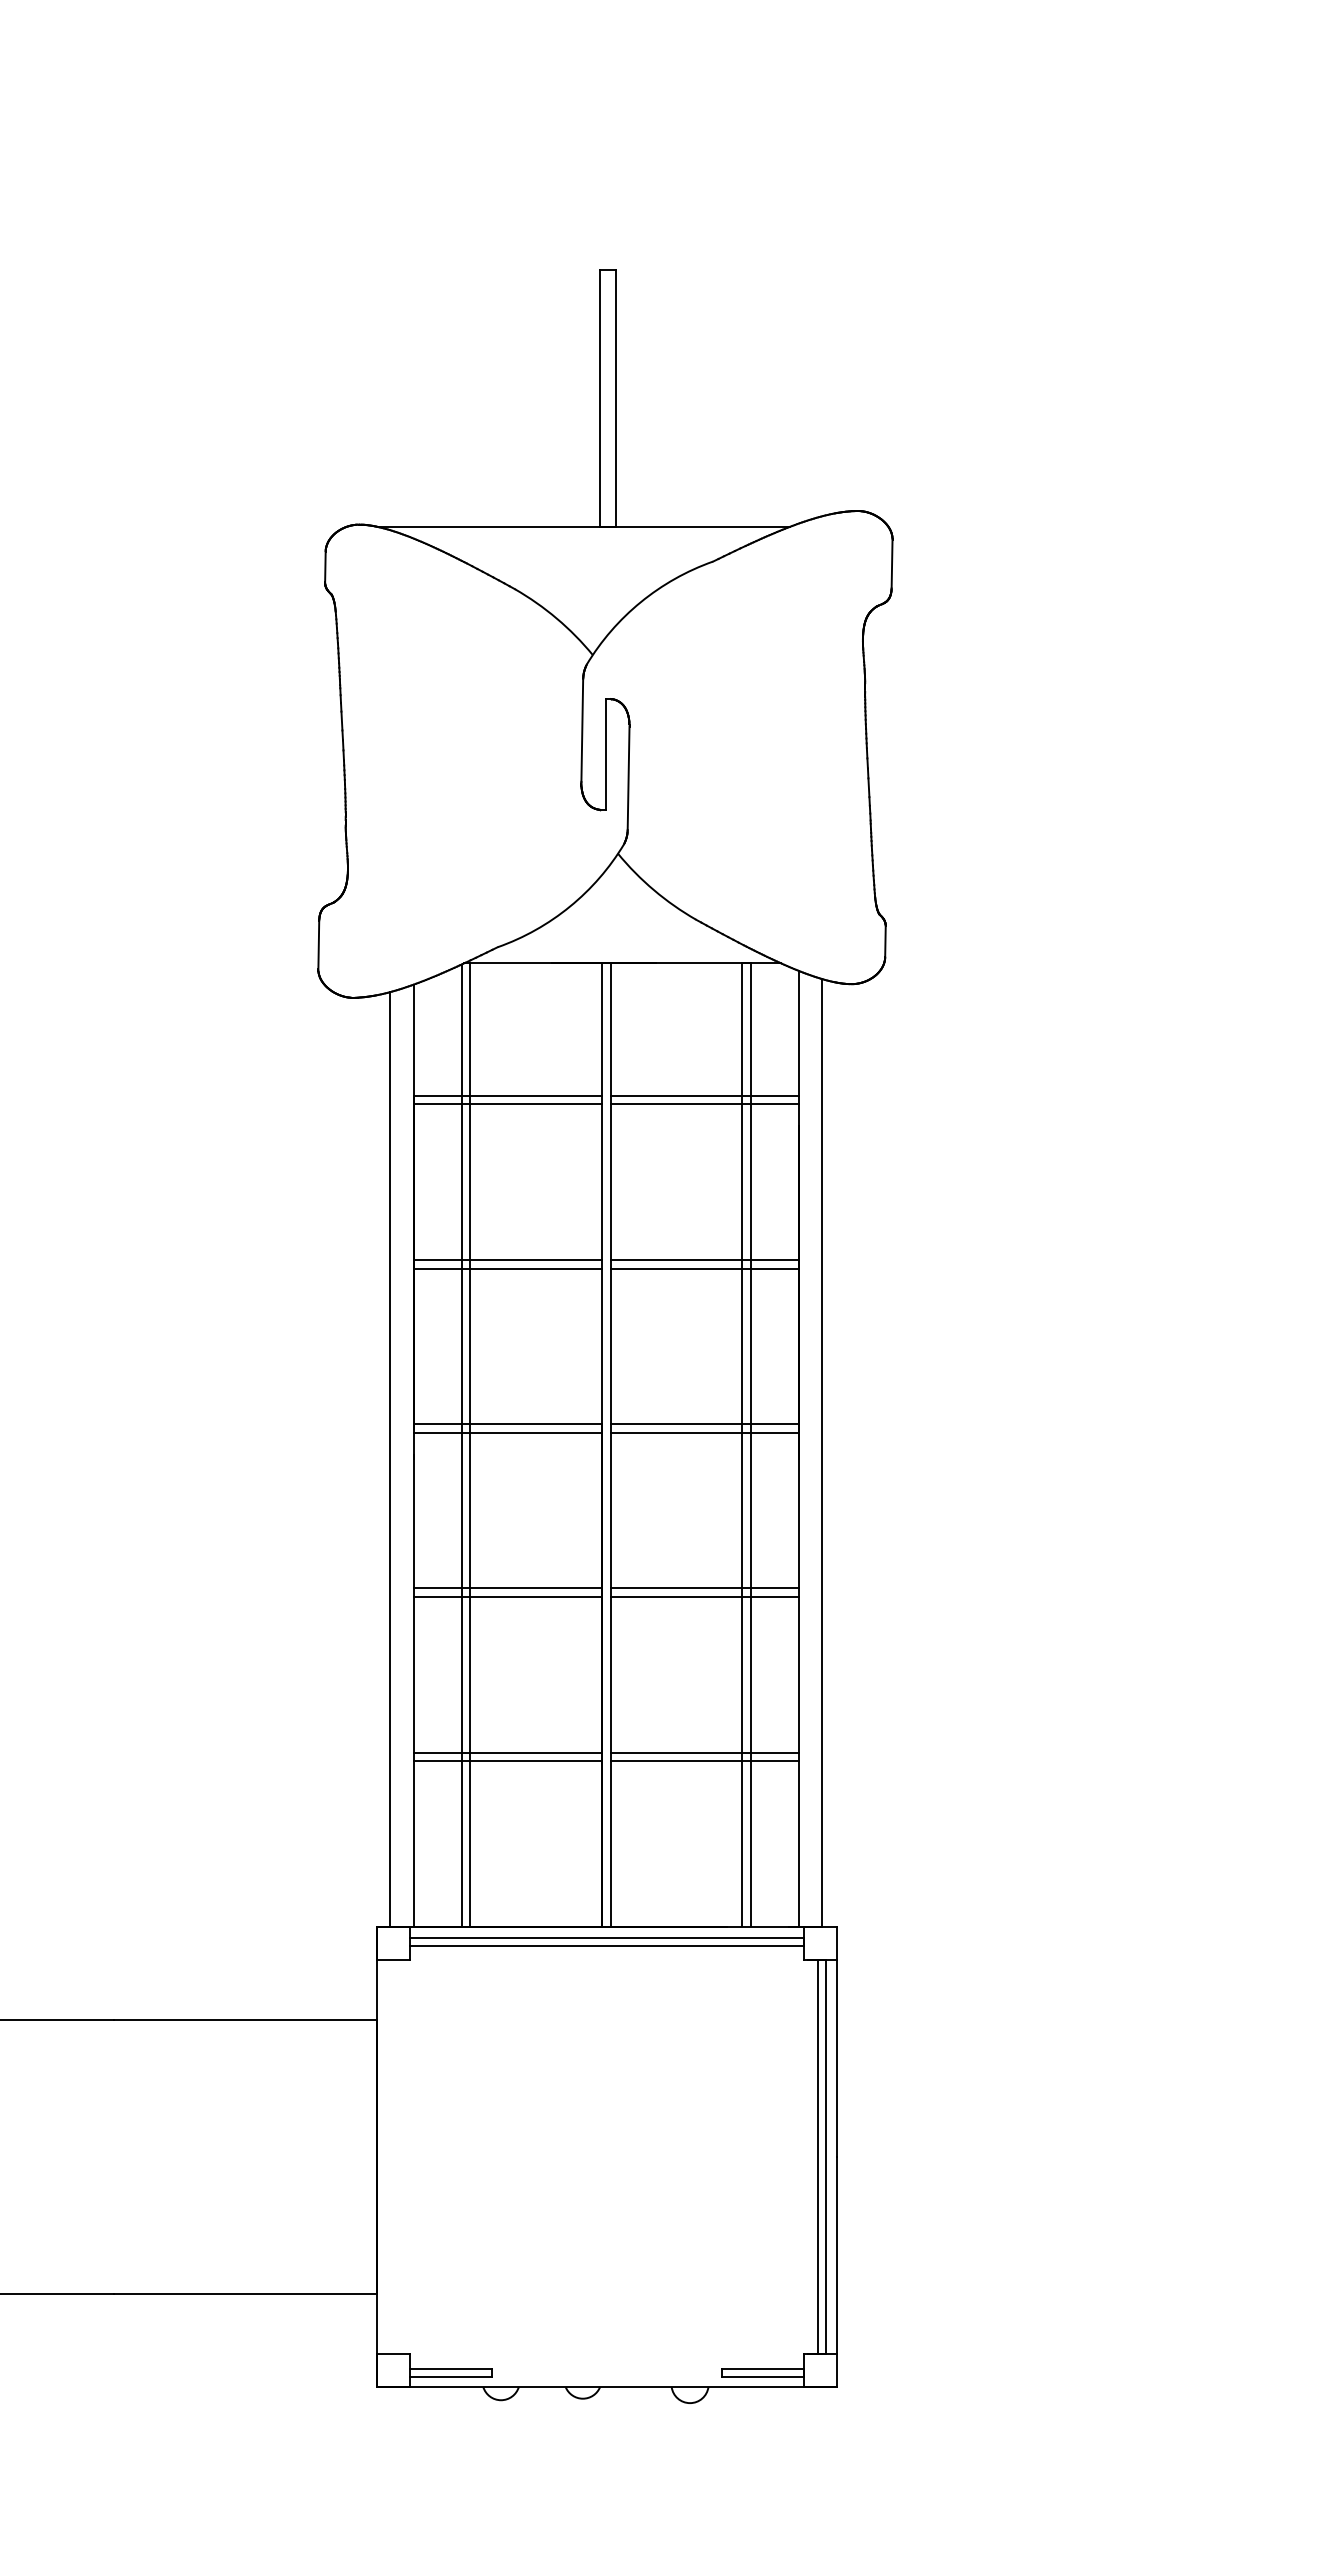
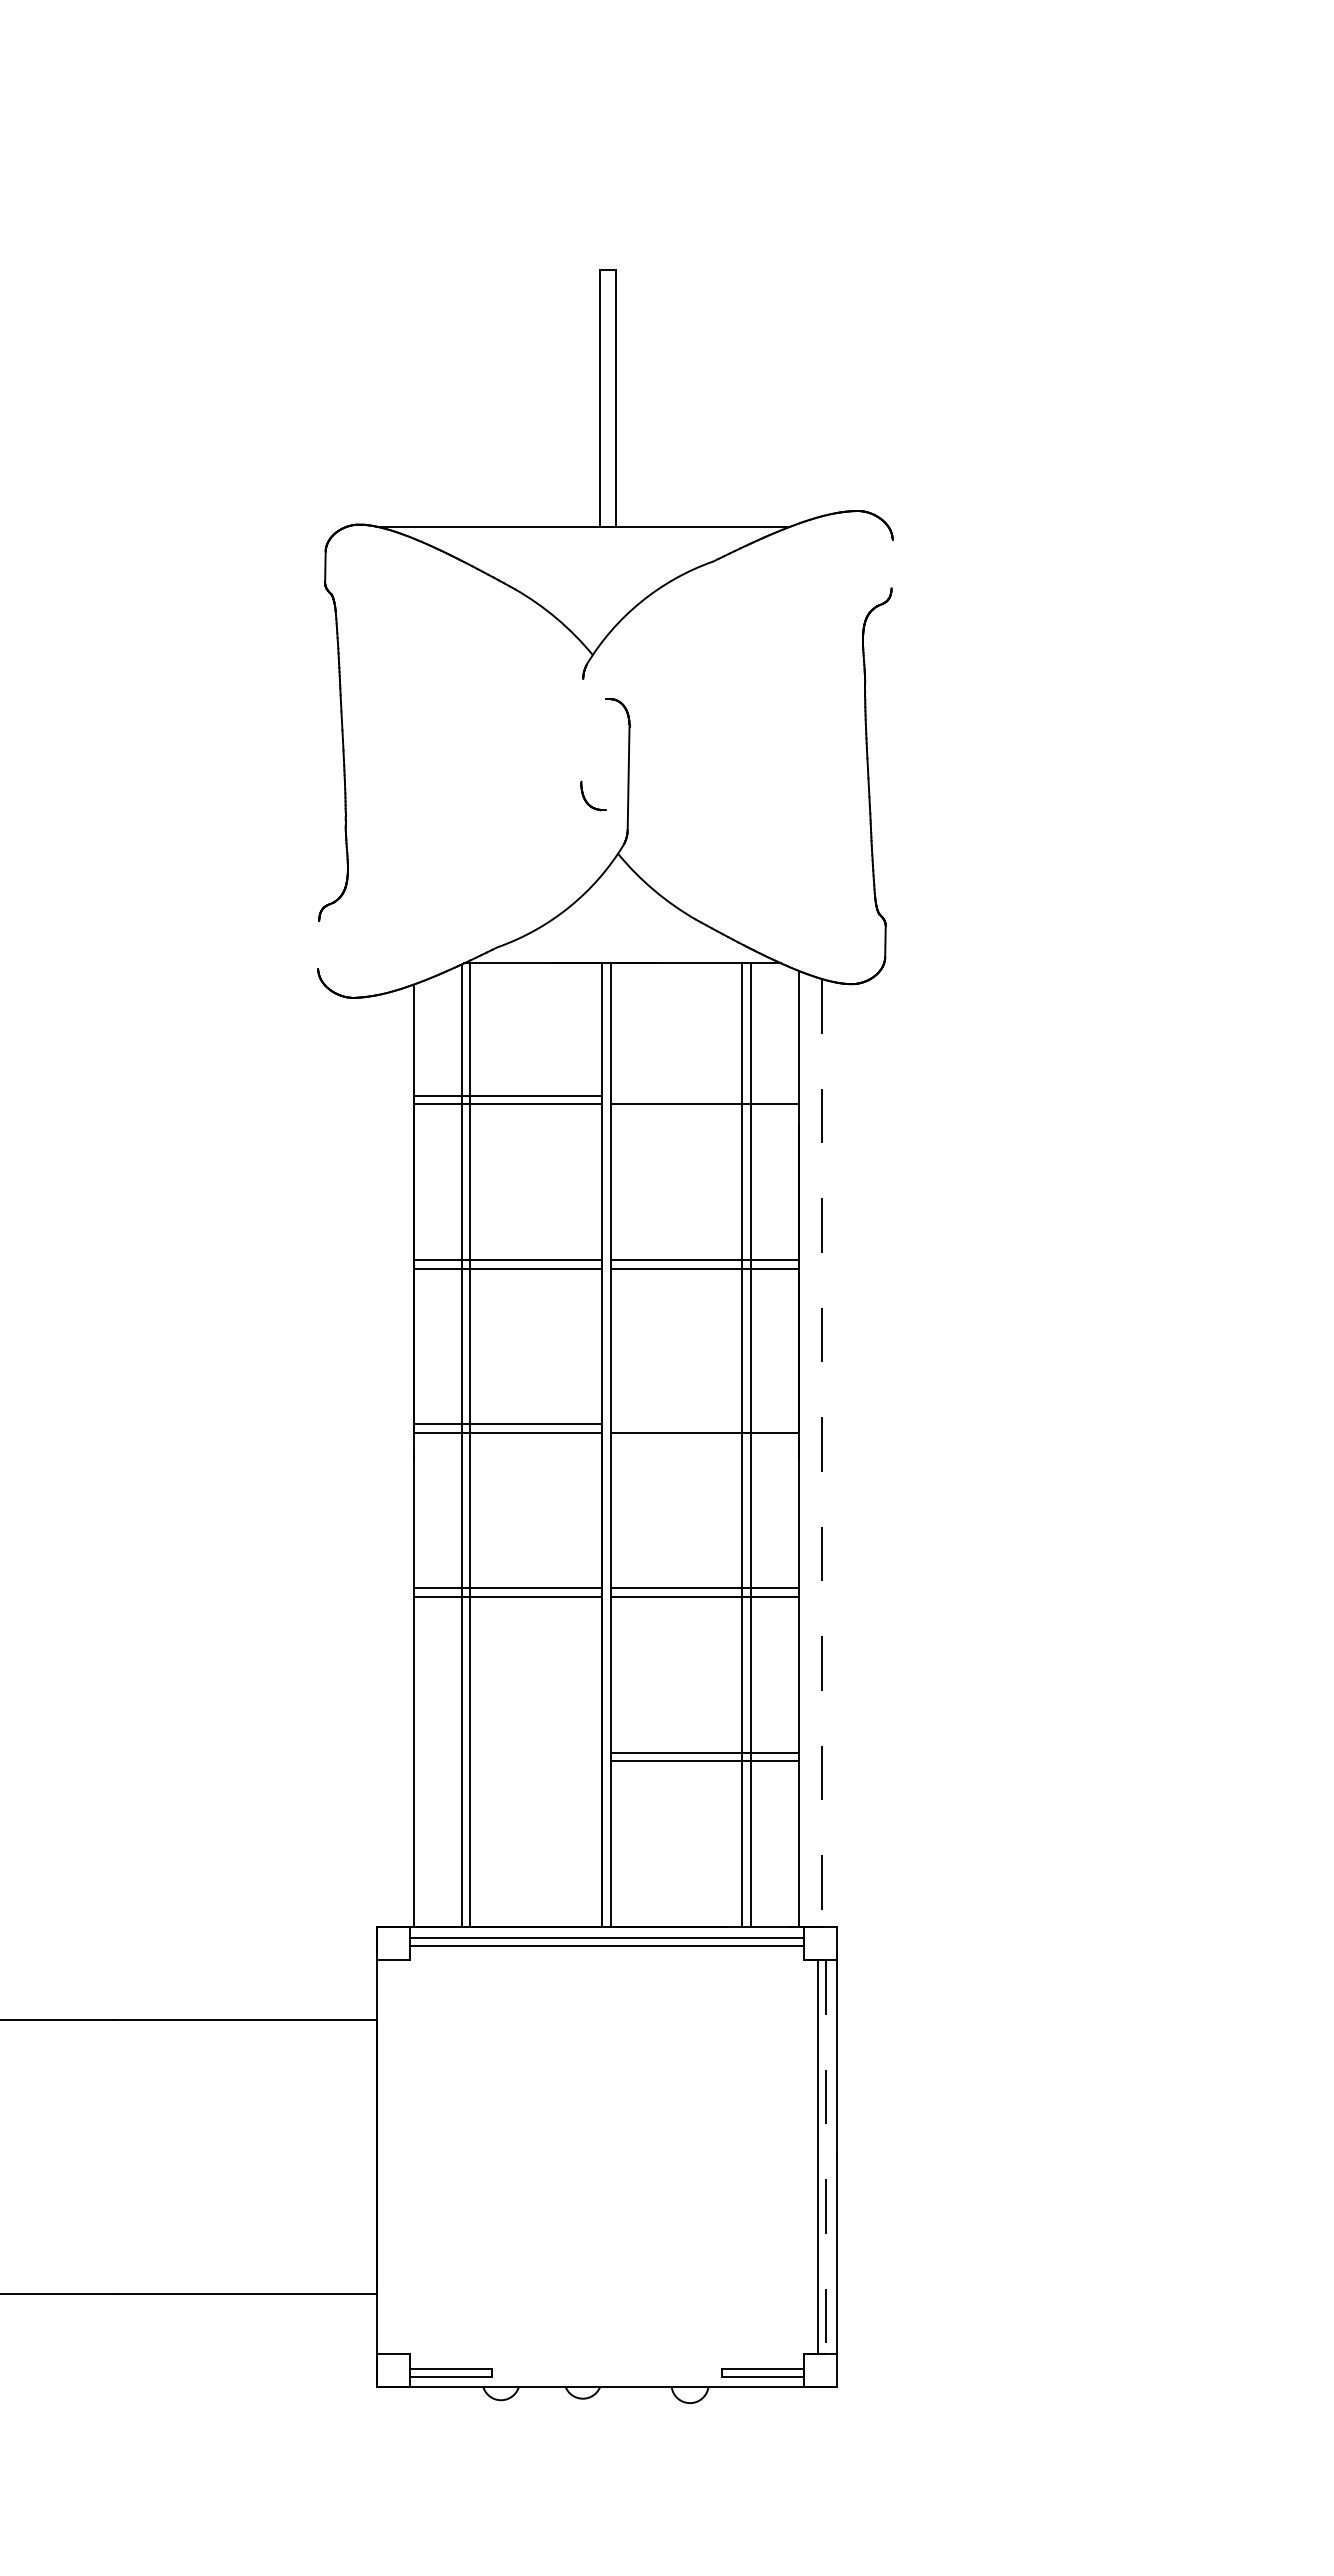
line at (891, 563): present -> none
line at (582, 729): present -> none
line at (606, 753): present -> none
line at (318, 945): present -> none
line at (704, 1095): present -> none
line at (704, 1424): present -> none
line at (821, 1453): solid -> dashed
line at (390, 1458): present -> none
line at (507, 1752): present -> none
line at (507, 1761): present -> none
line at (826, 2157): solid -> dashed
